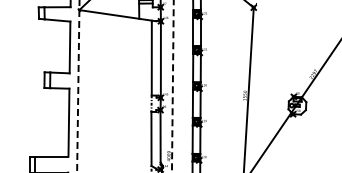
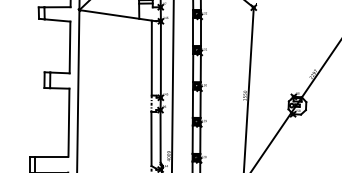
line at (78, 86): dashed -> solid
line at (172, 86): dashed -> solid
